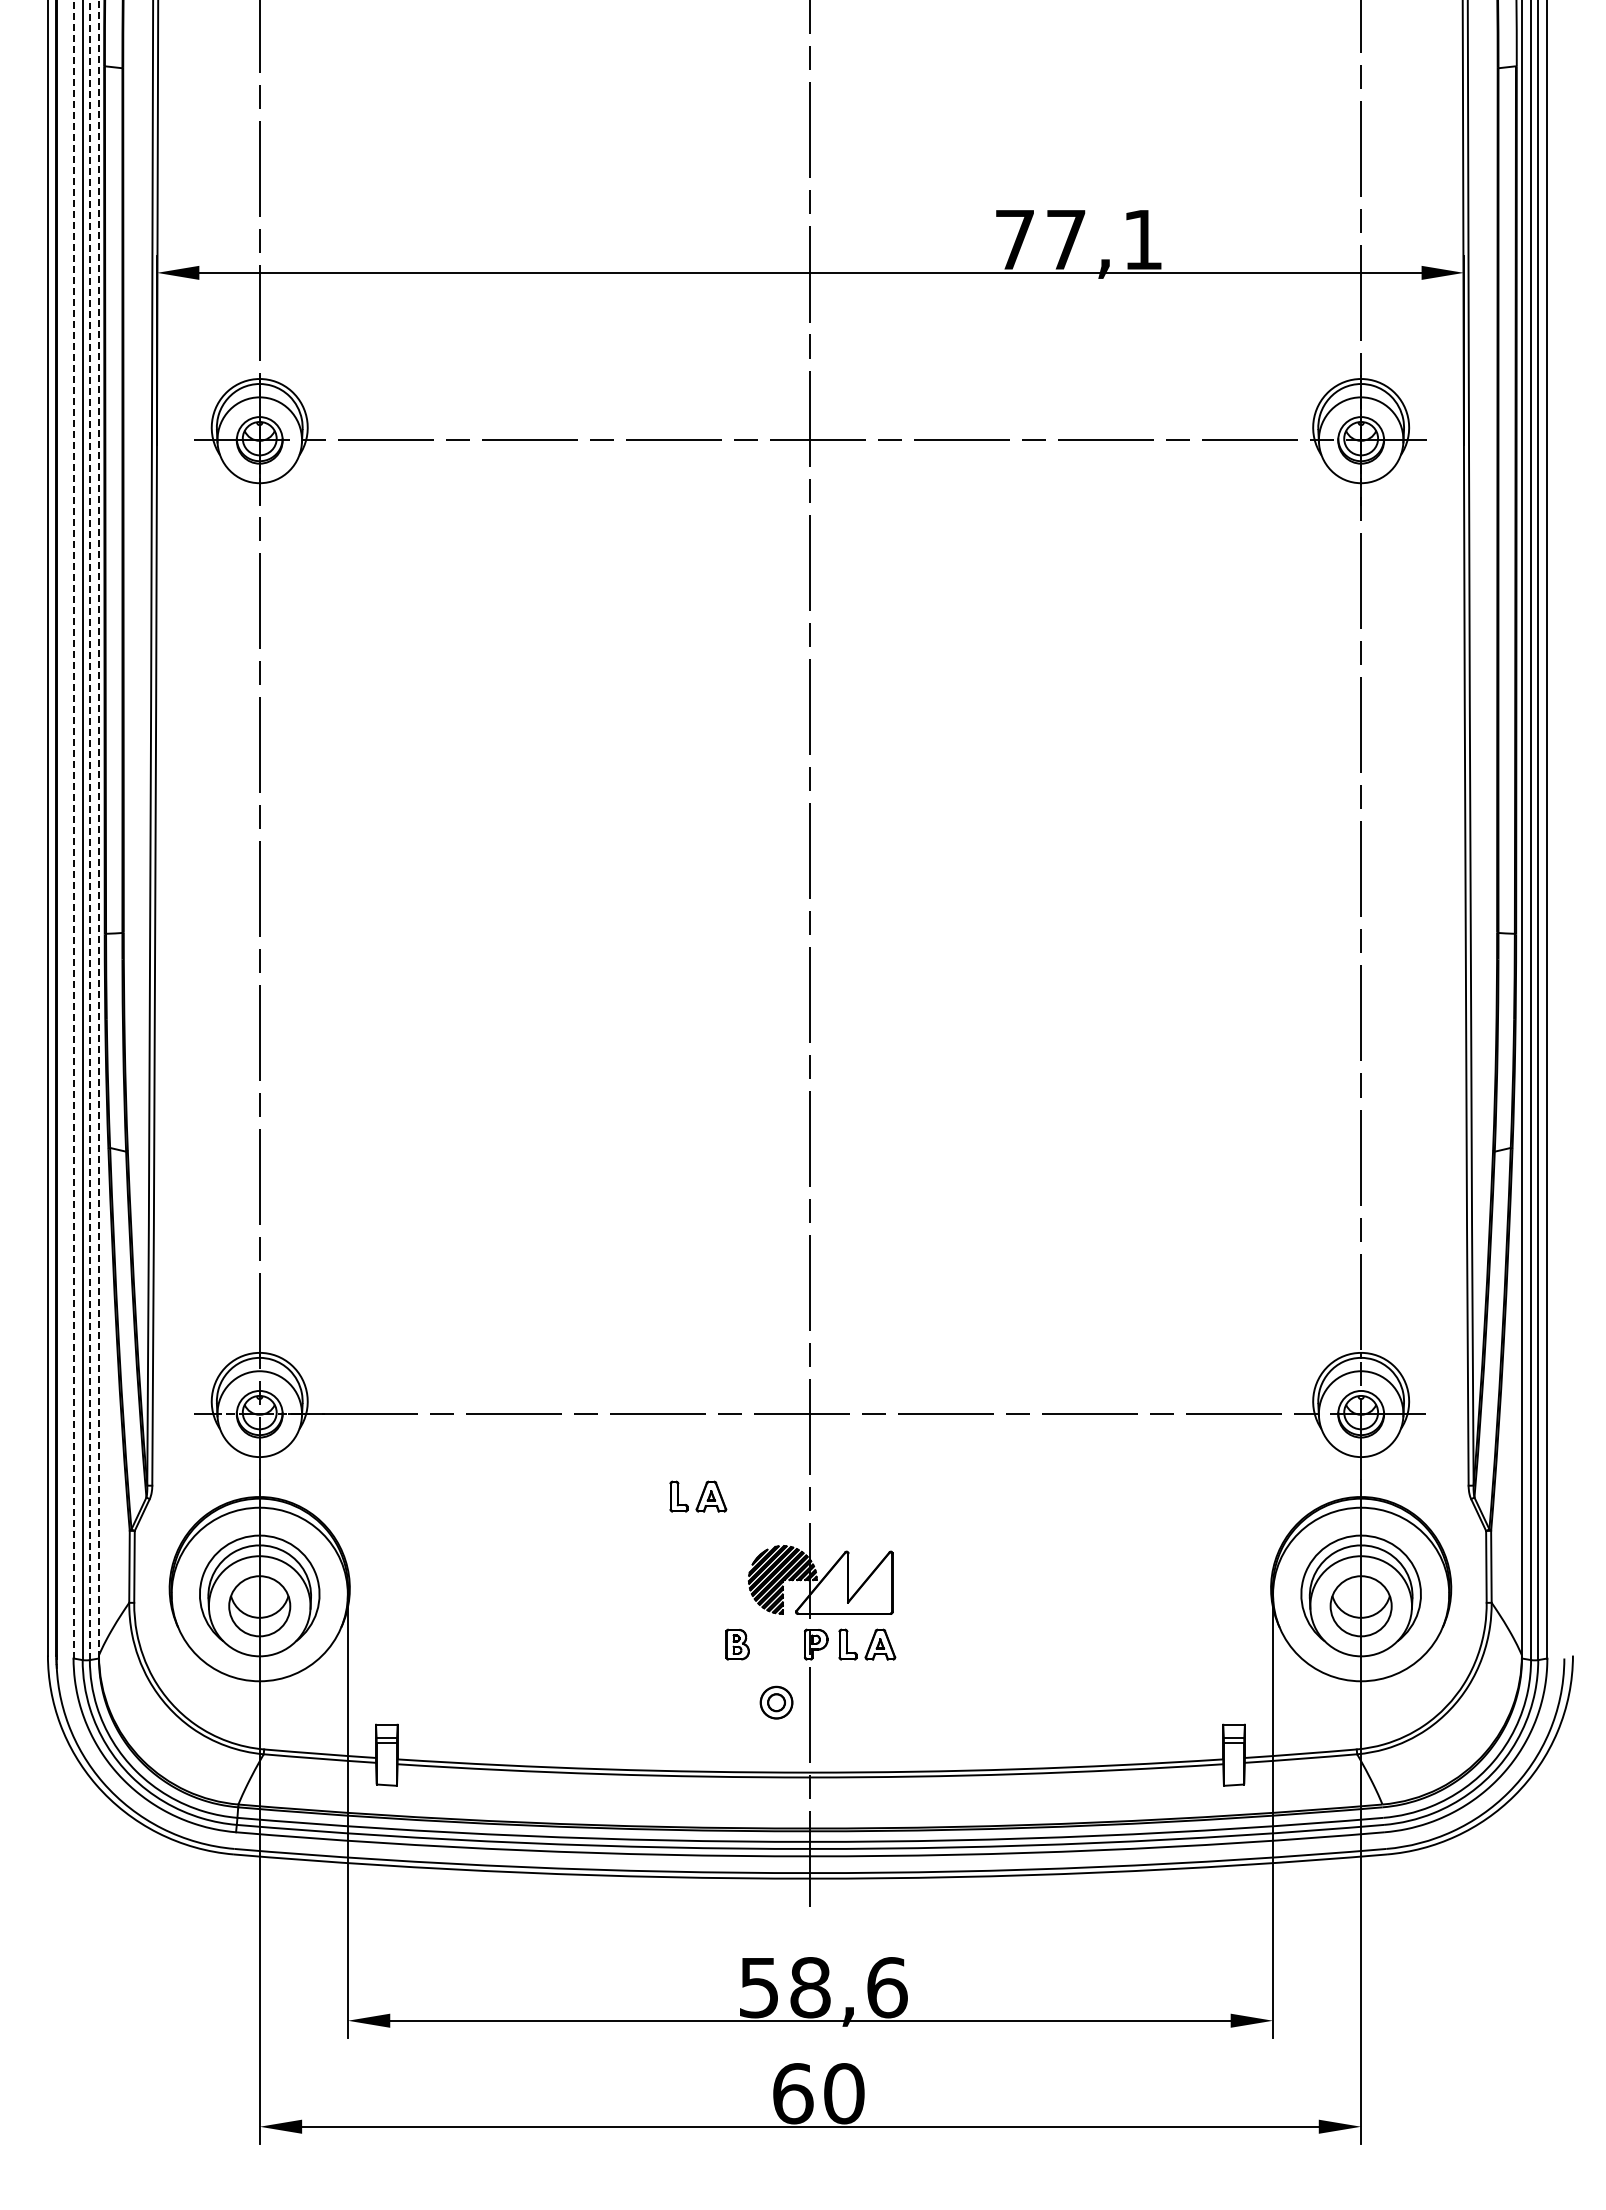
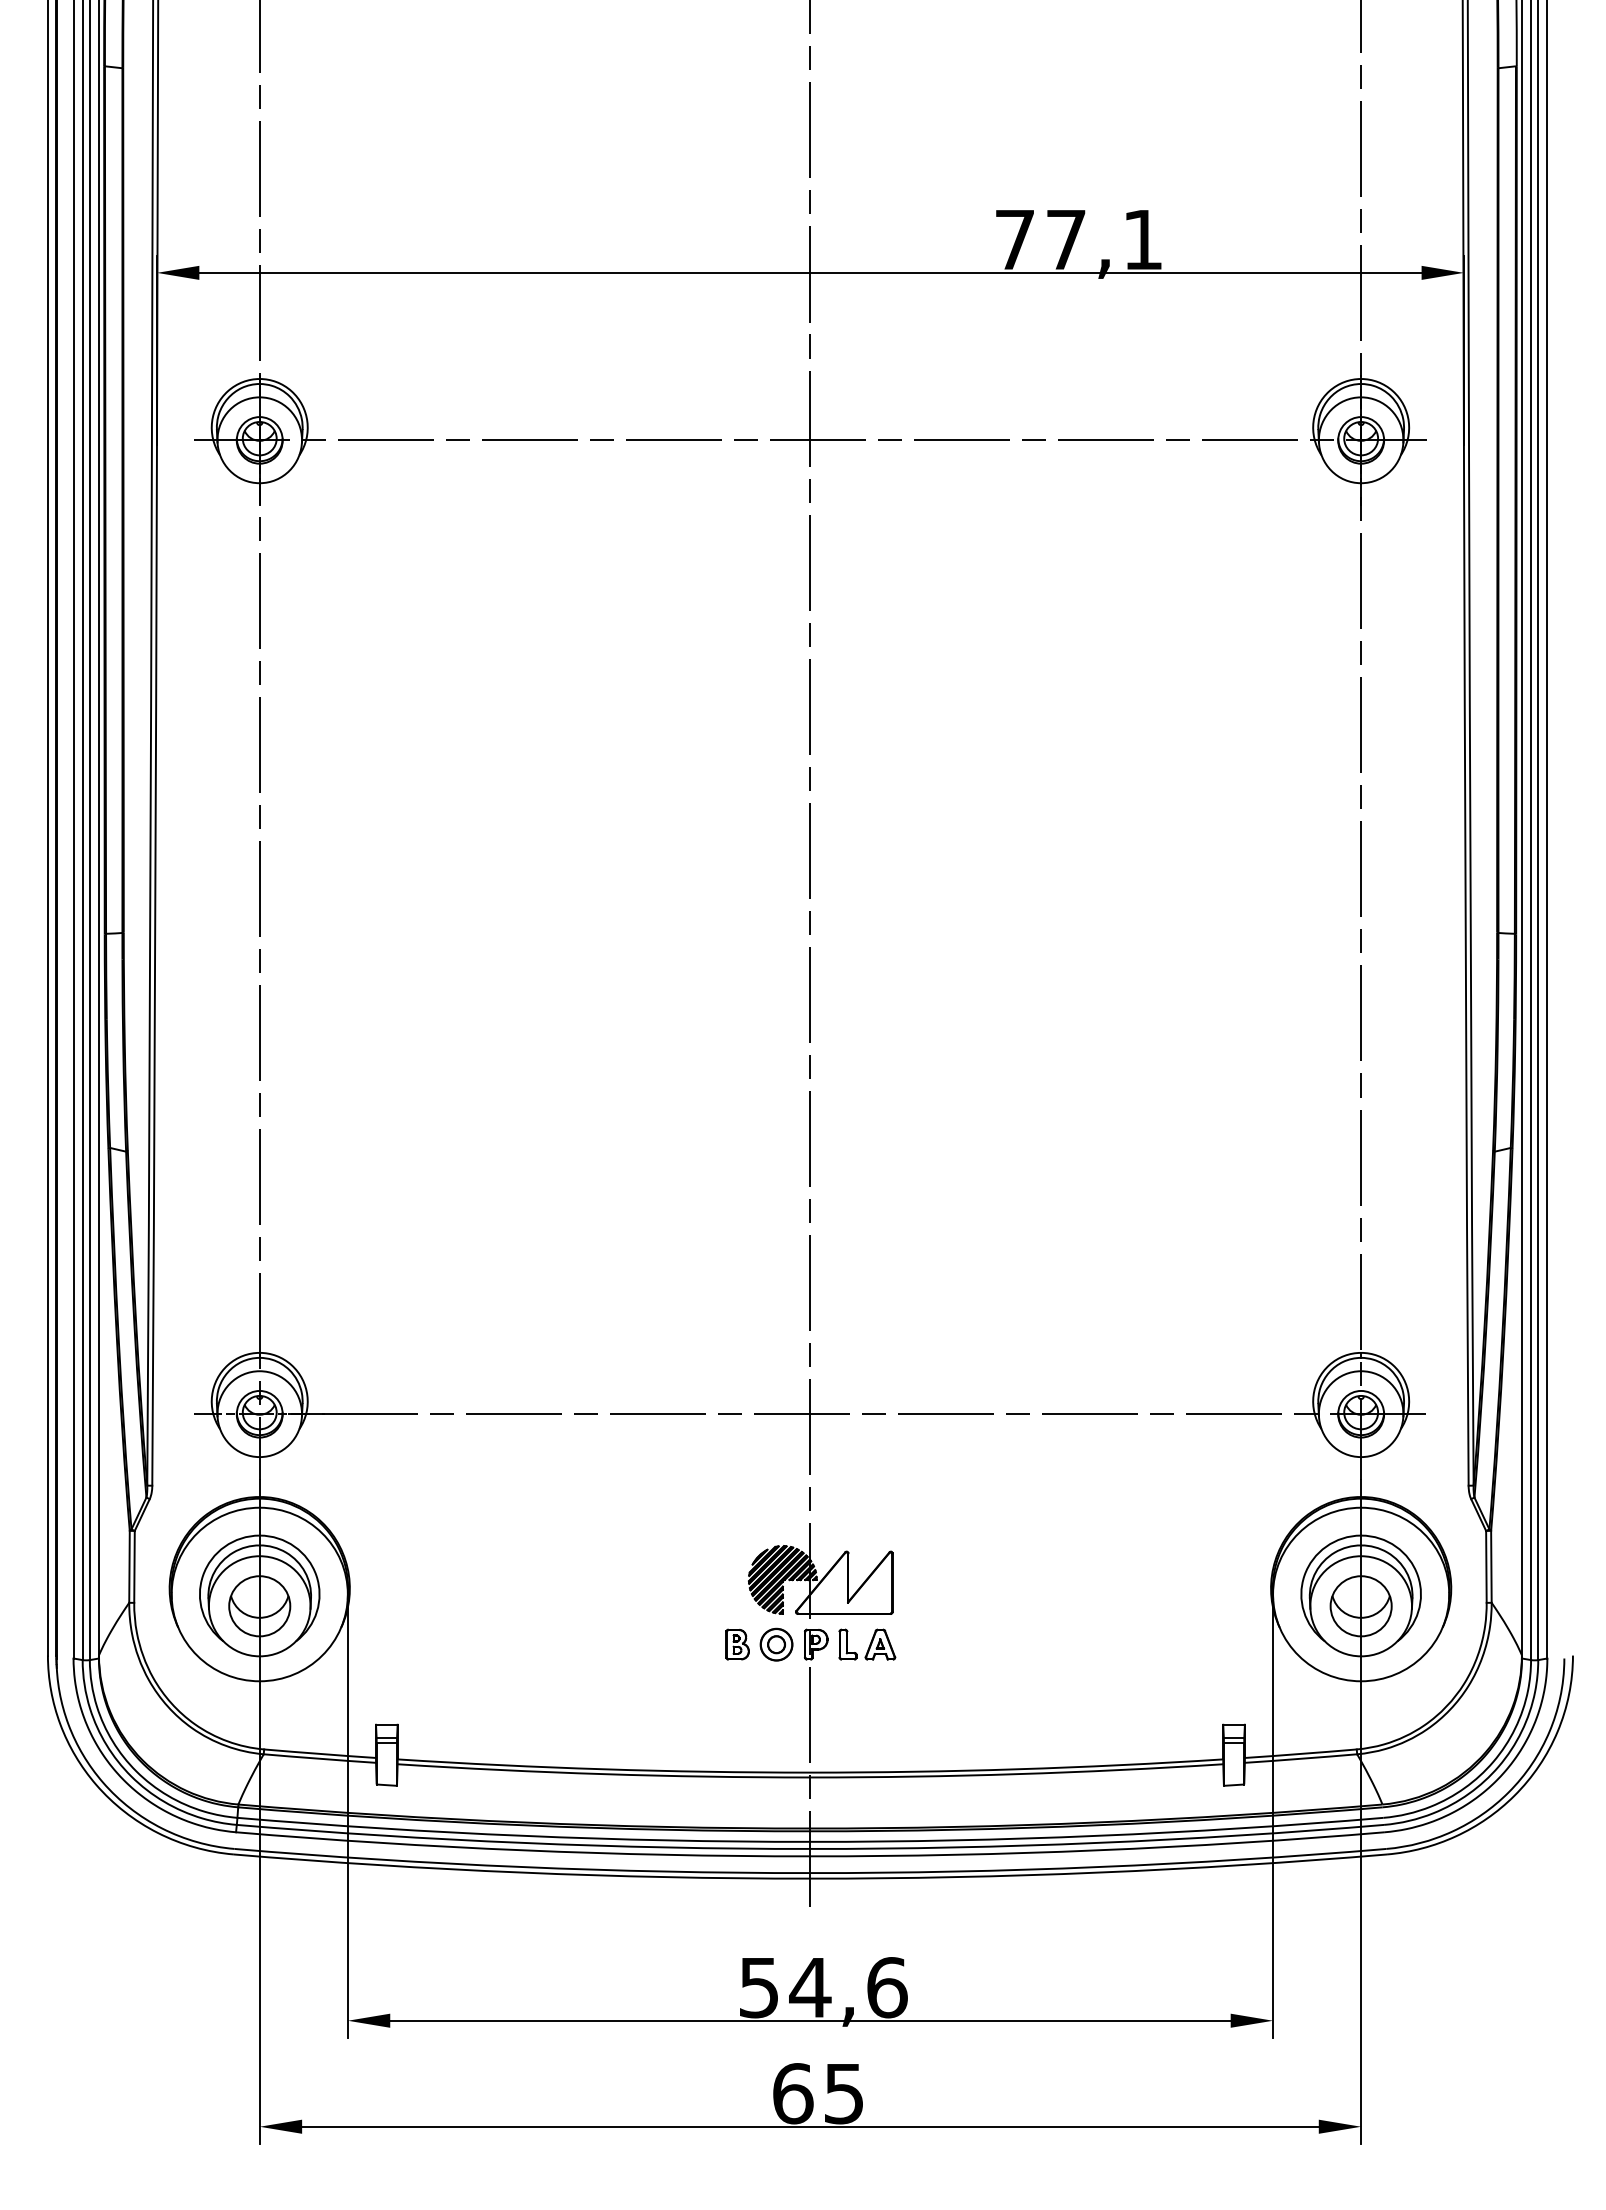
line at (73, 829): dashed -> solid
line at (98, 829): dashed -> solid
line at (89, 830): dashed -> solid
part at (698, 1496): present -> none
part at (776, 1702) position: (776, 1702) -> (776, 1644)
text at (810, 1987): 58,6 -> 54,6
text at (844, 2093): 60 -> 65
